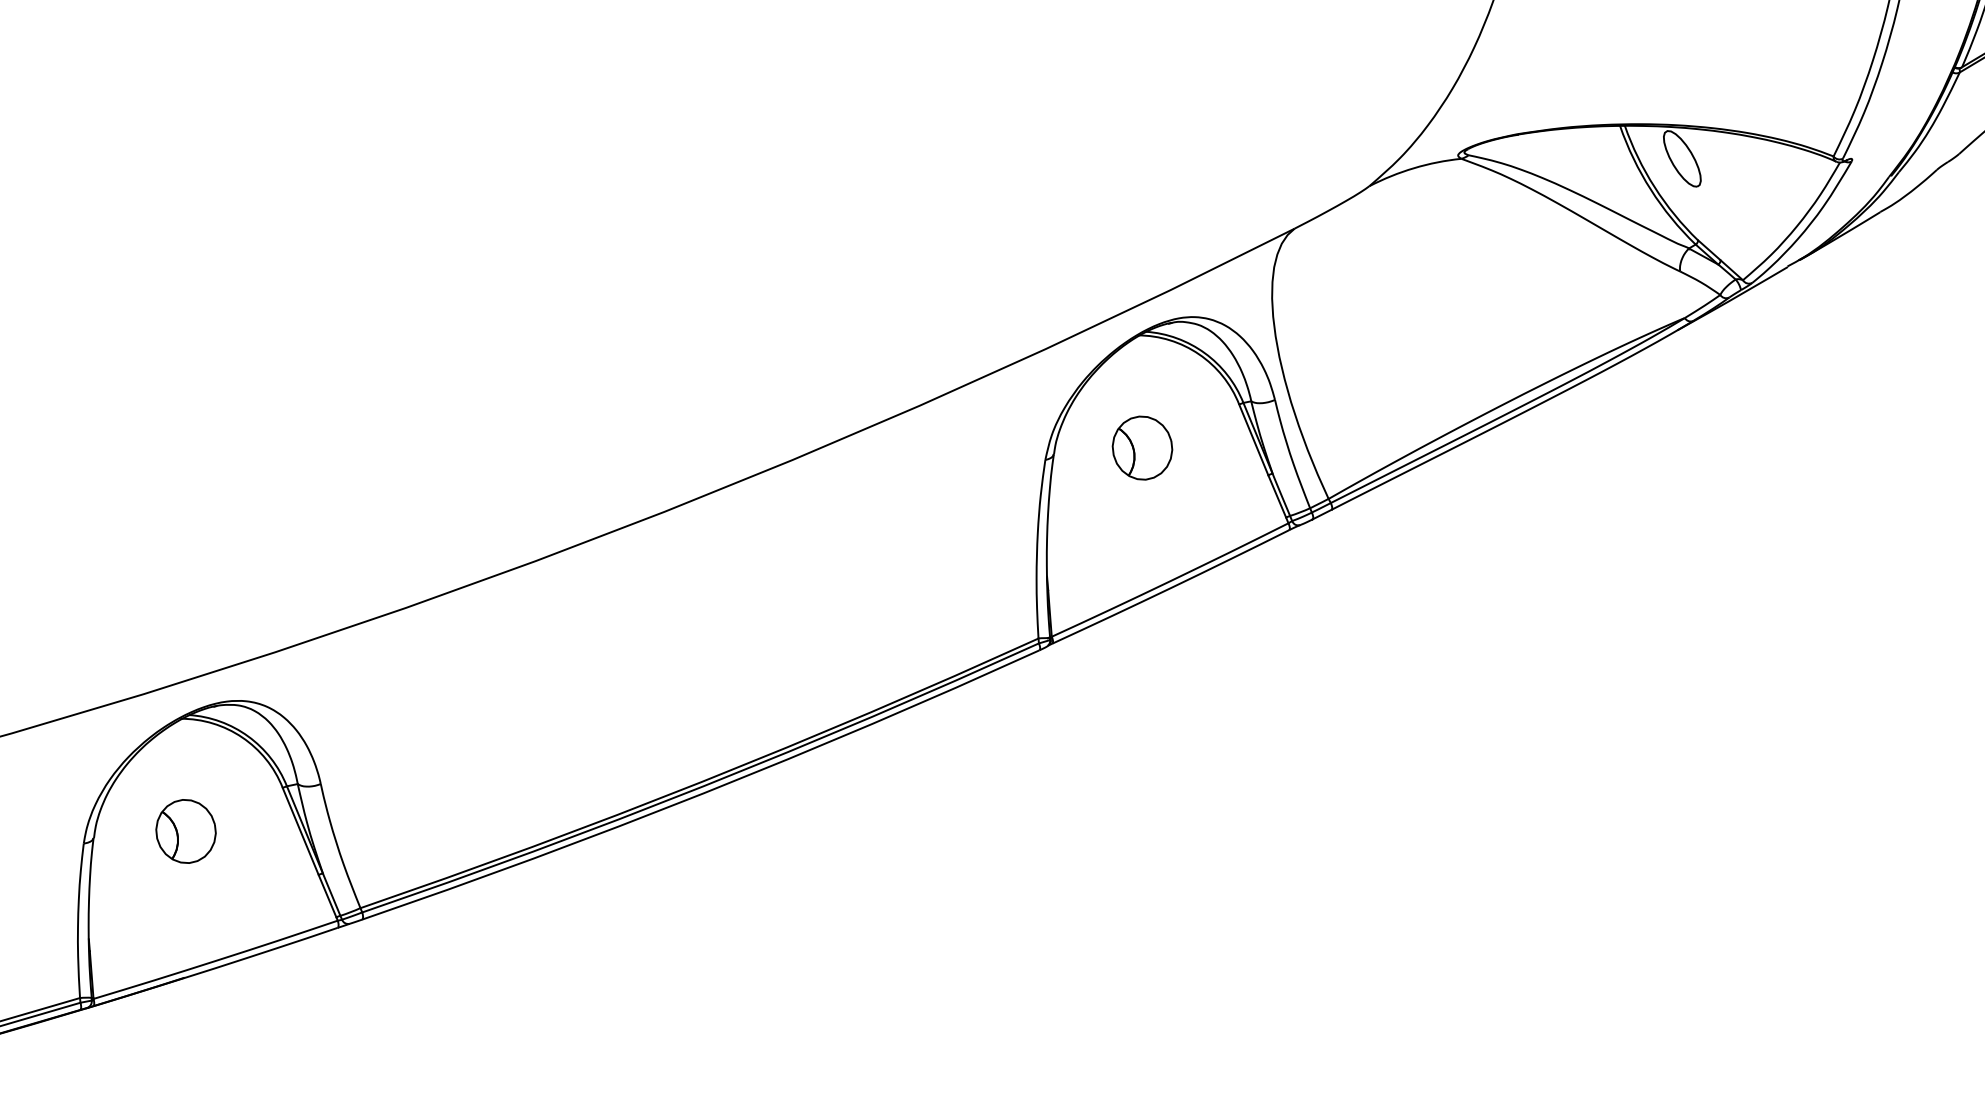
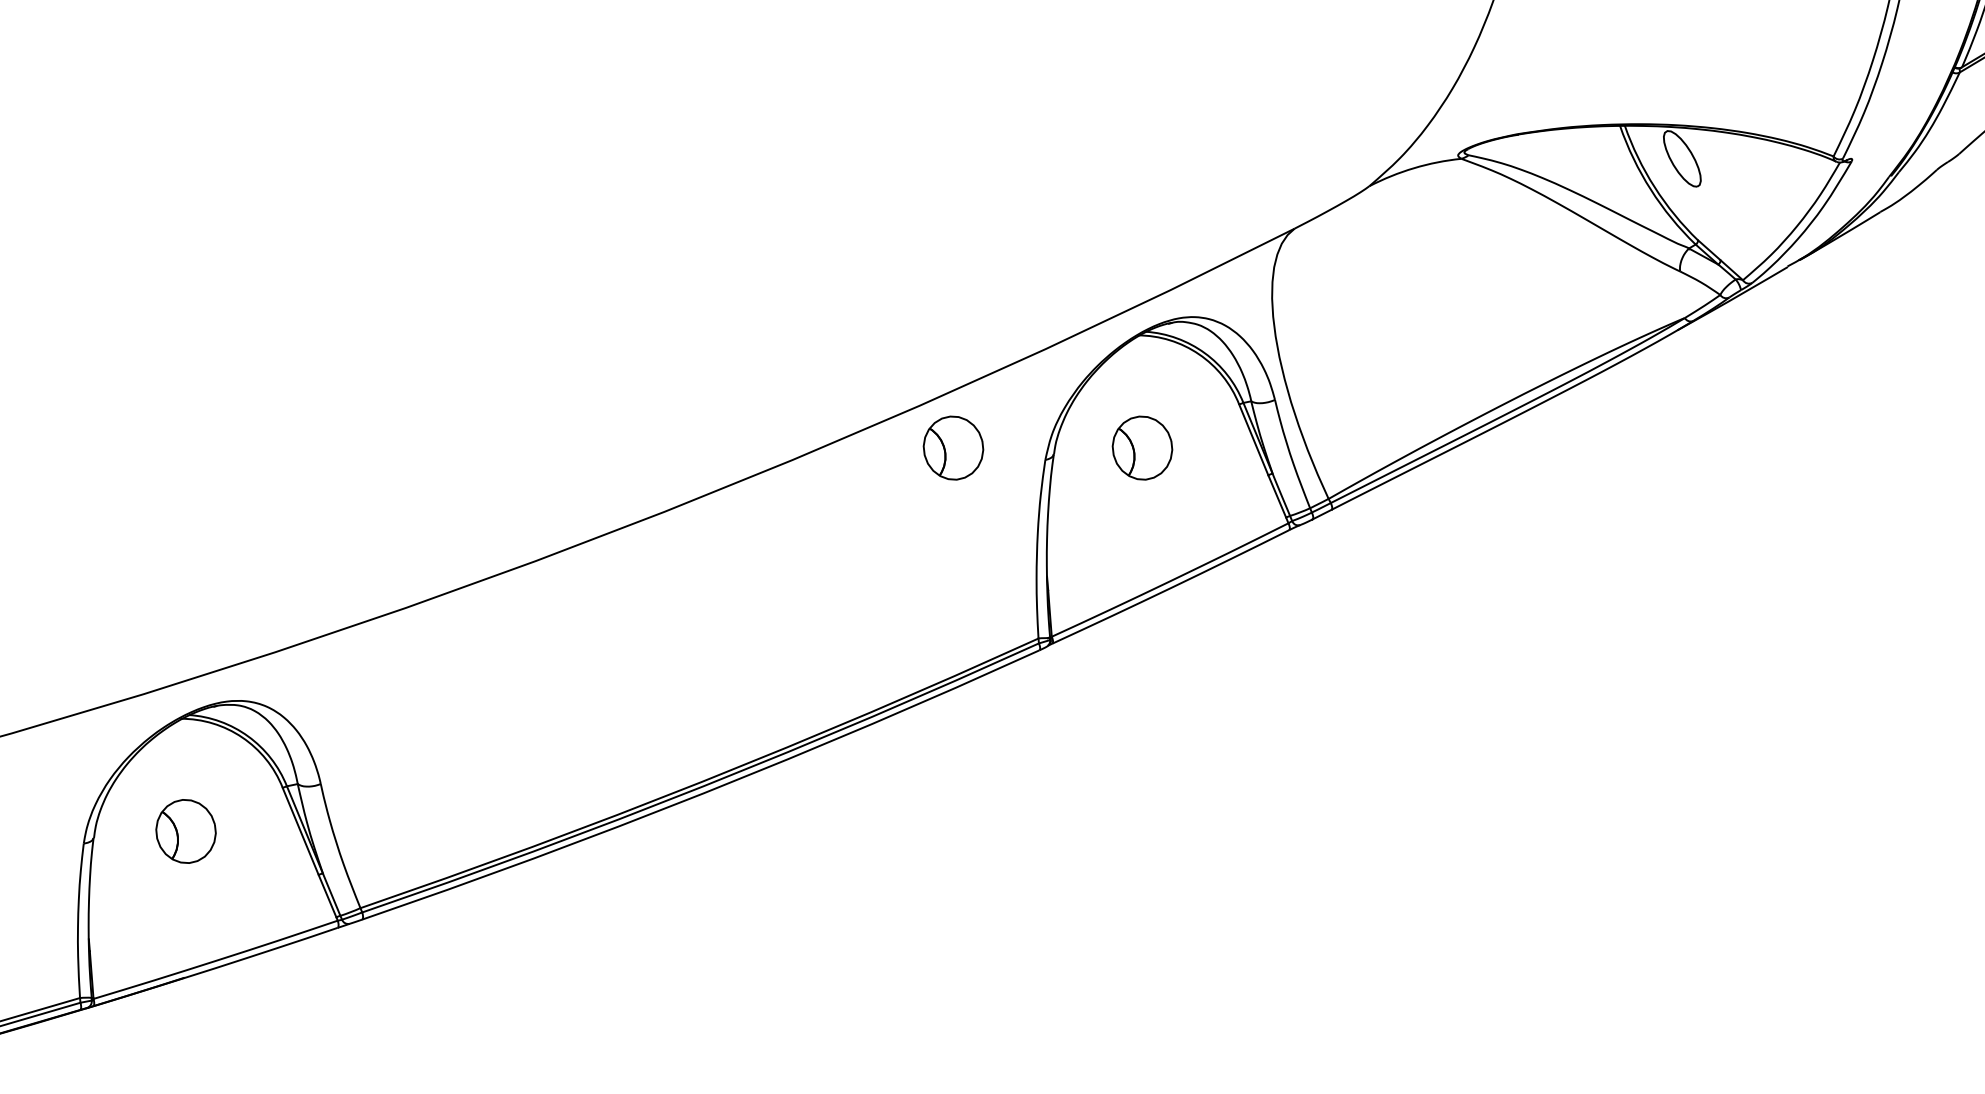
part at (953, 447): none -> present
